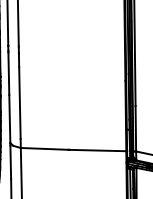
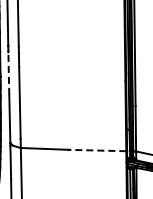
line at (8, 73): solid -> dashed
line at (97, 150): solid -> dashed
